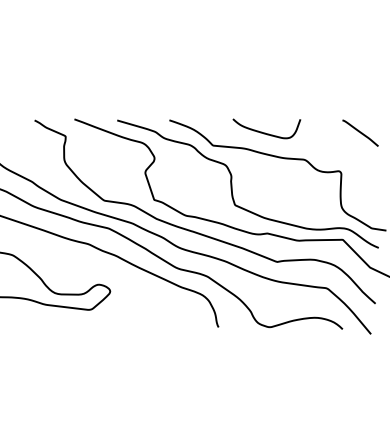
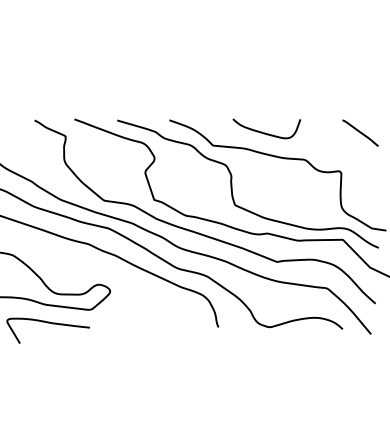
curve at (47, 323): none -> present
